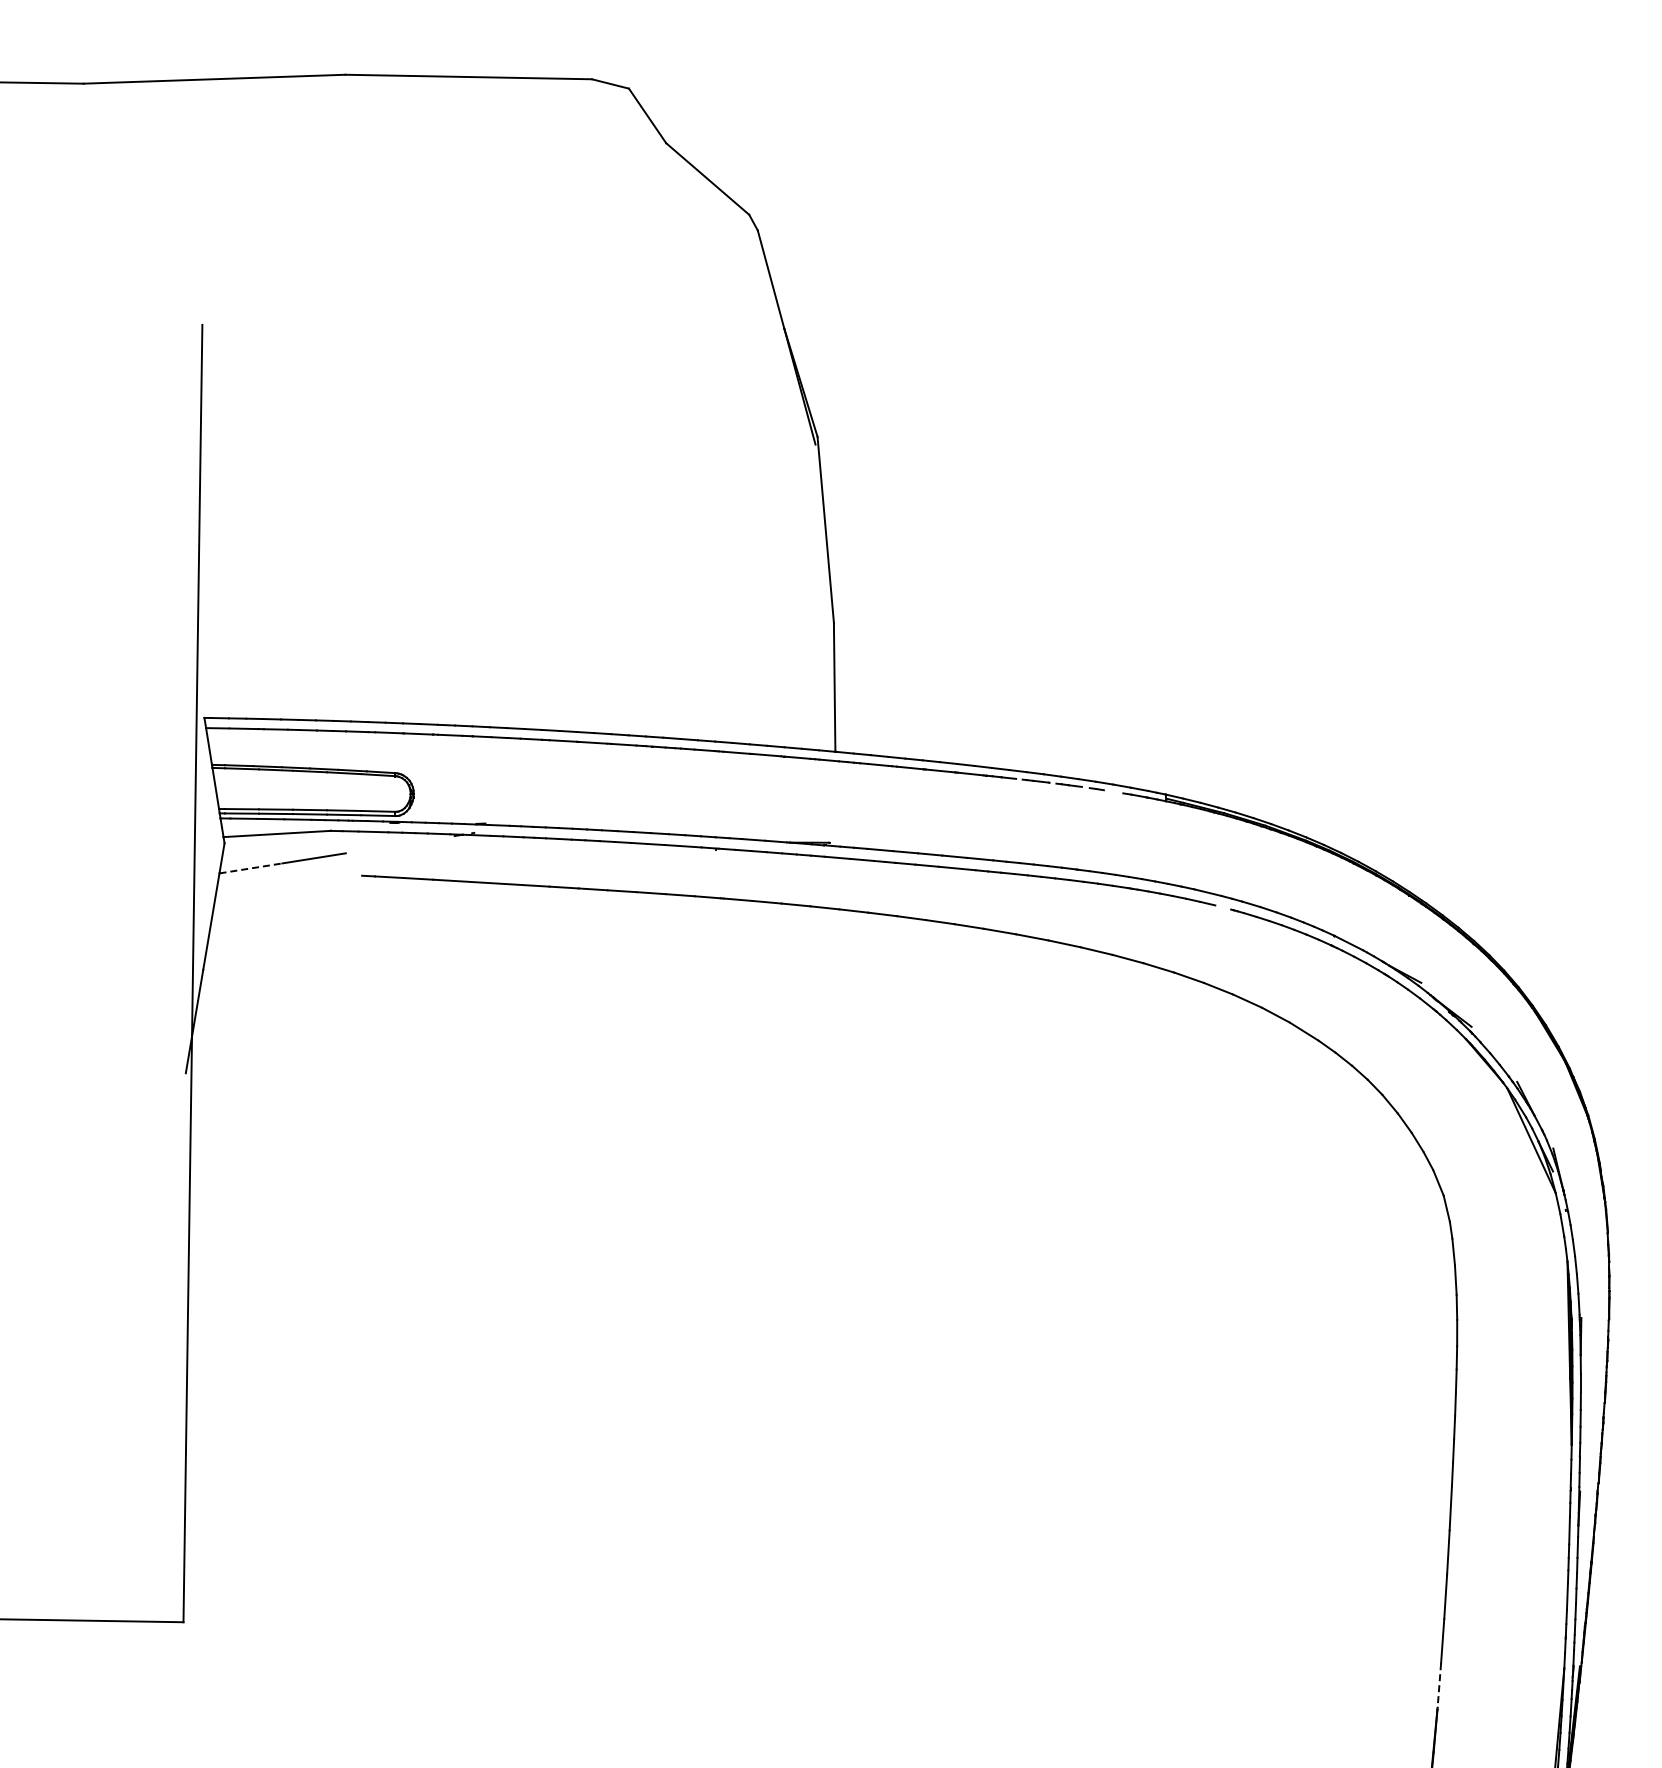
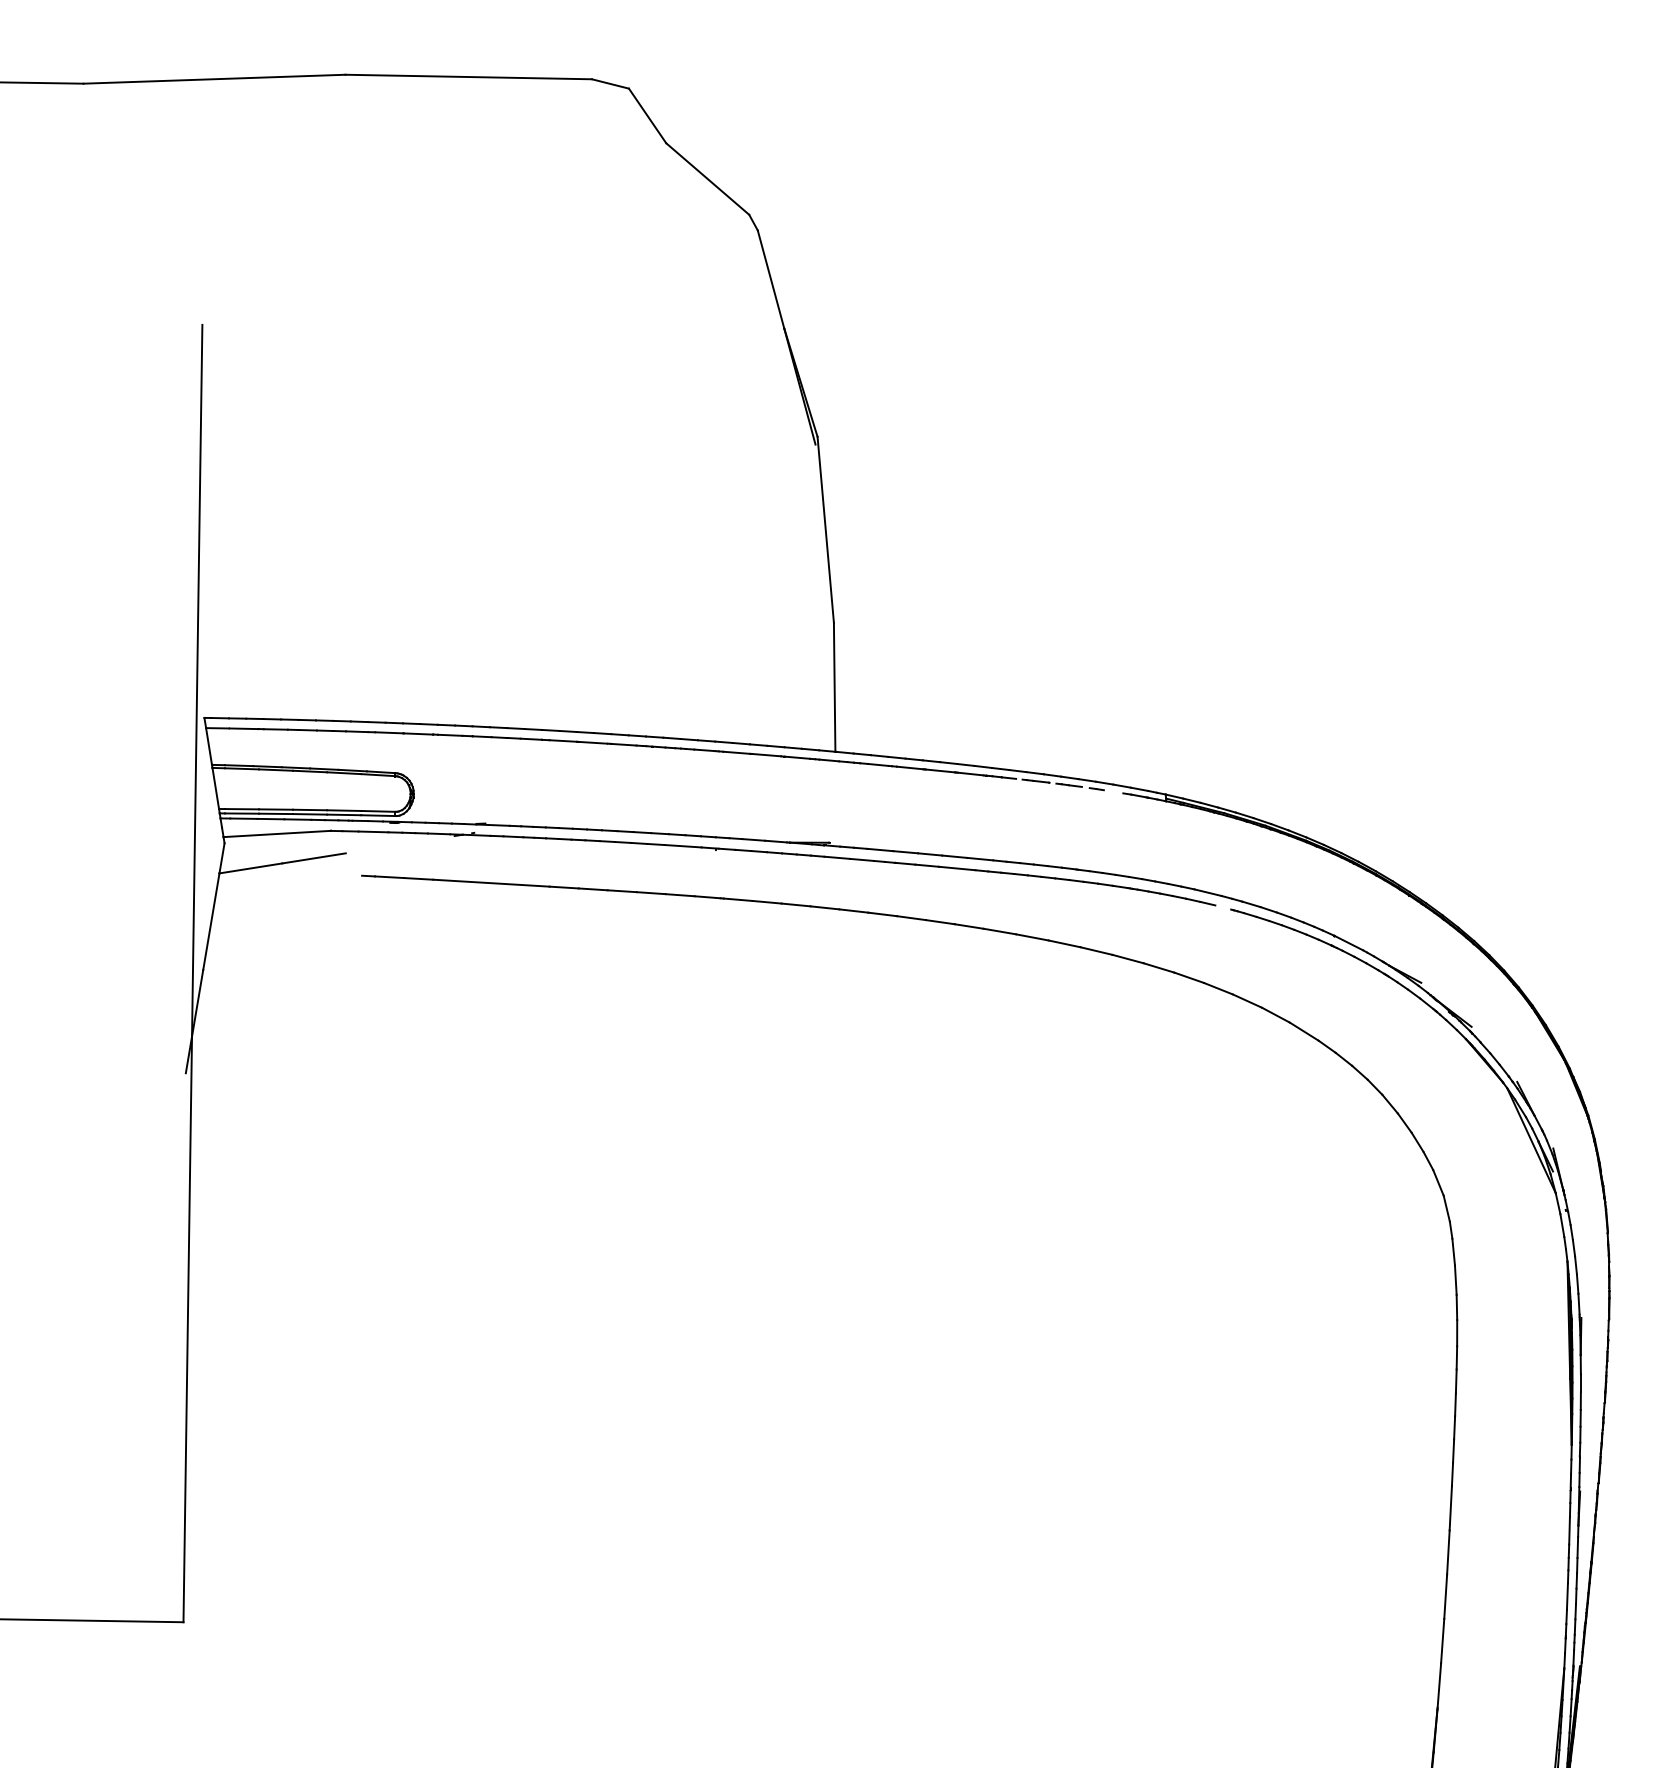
line at (250, 868): dashed -> solid
line at (1439, 1685): dashed -> solid
